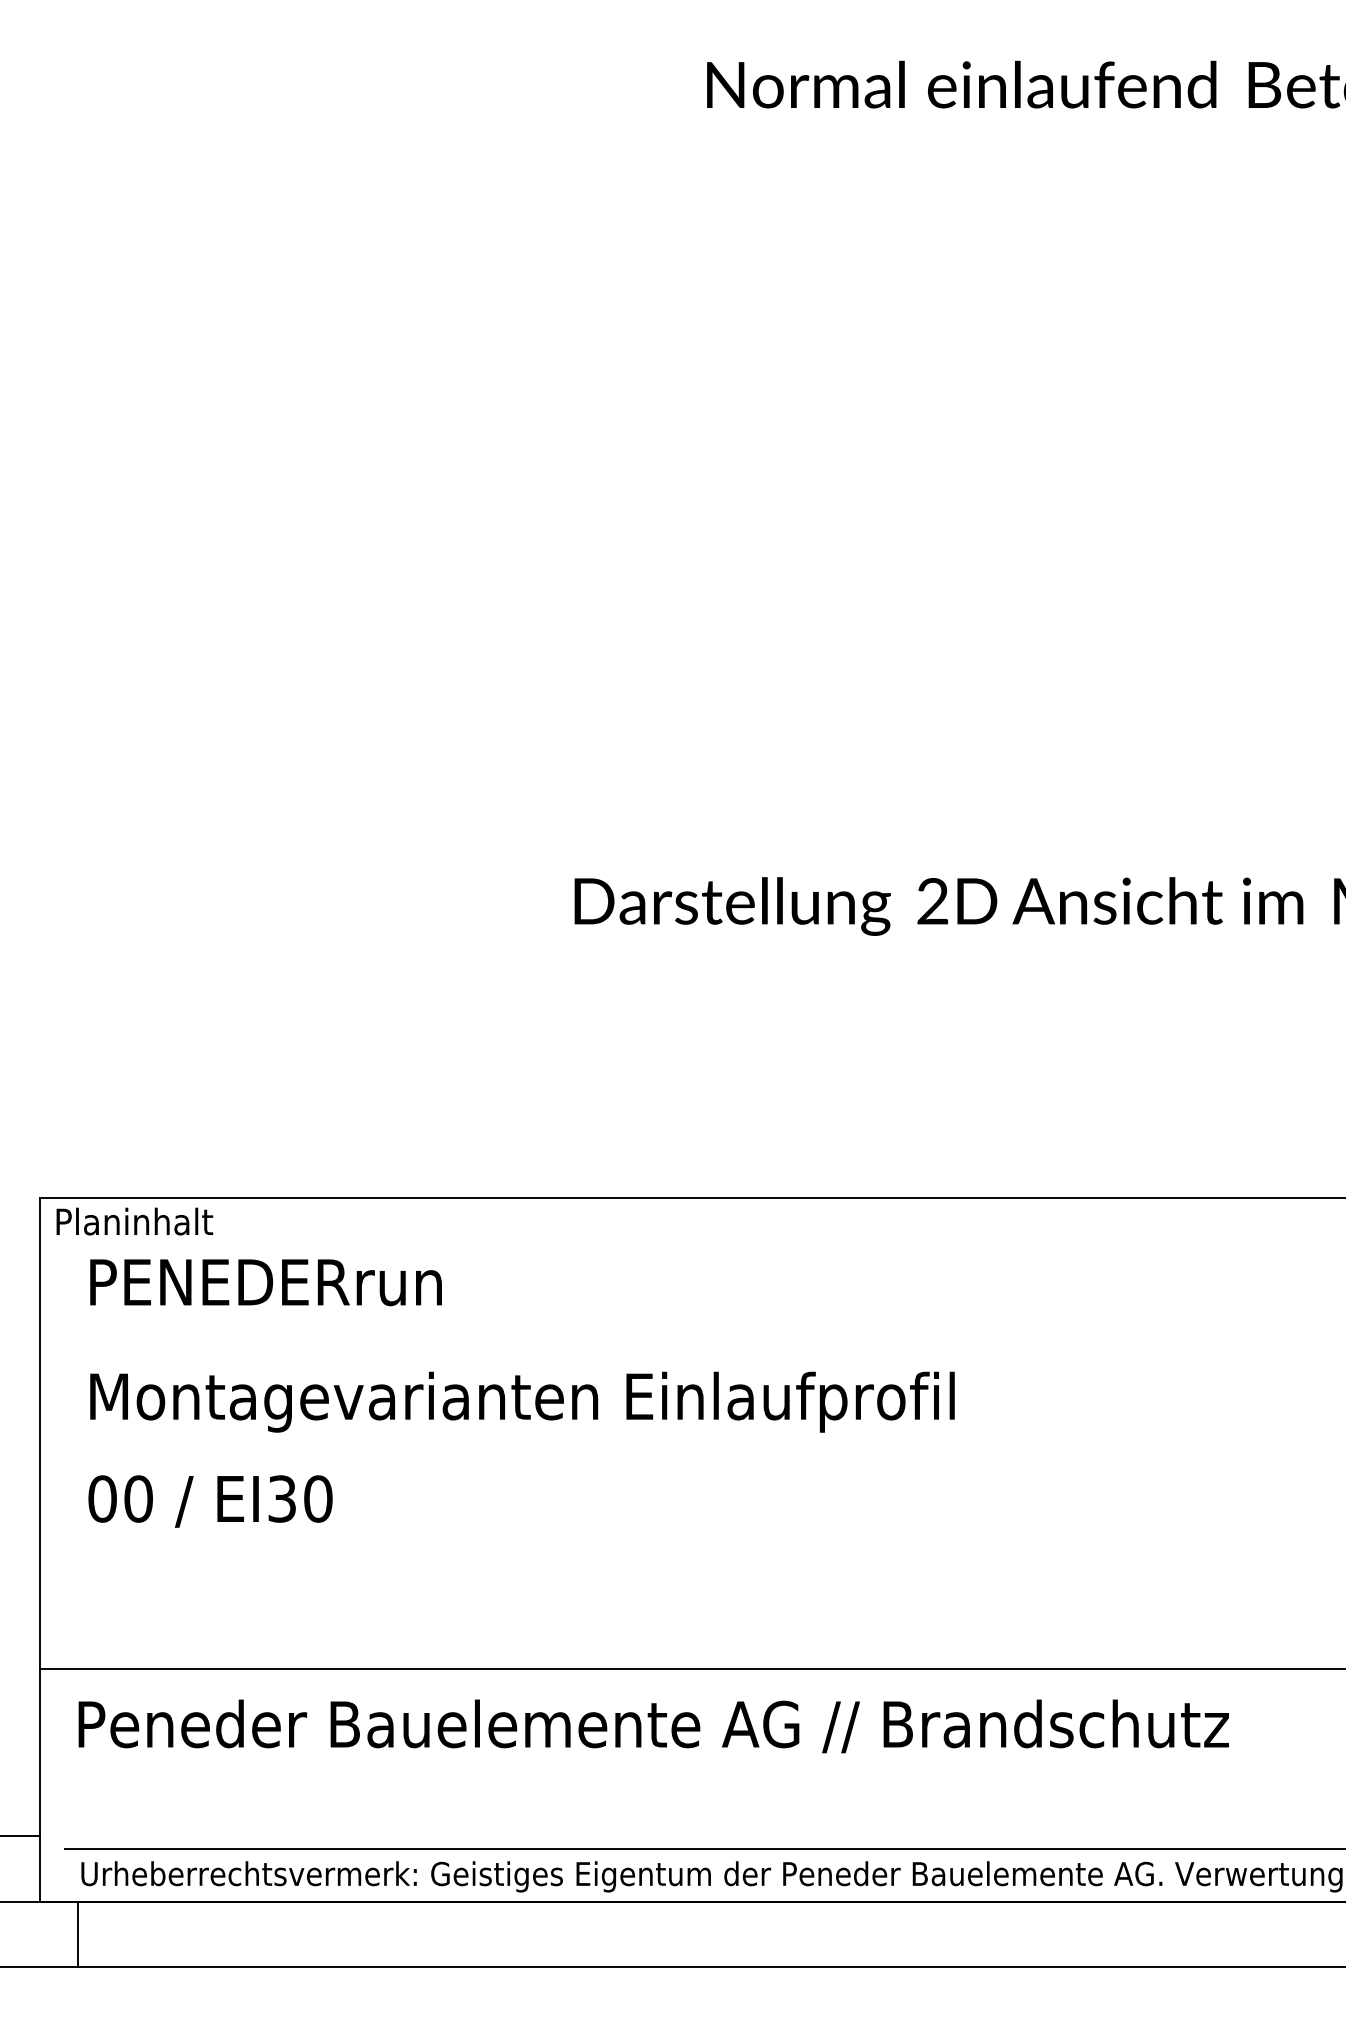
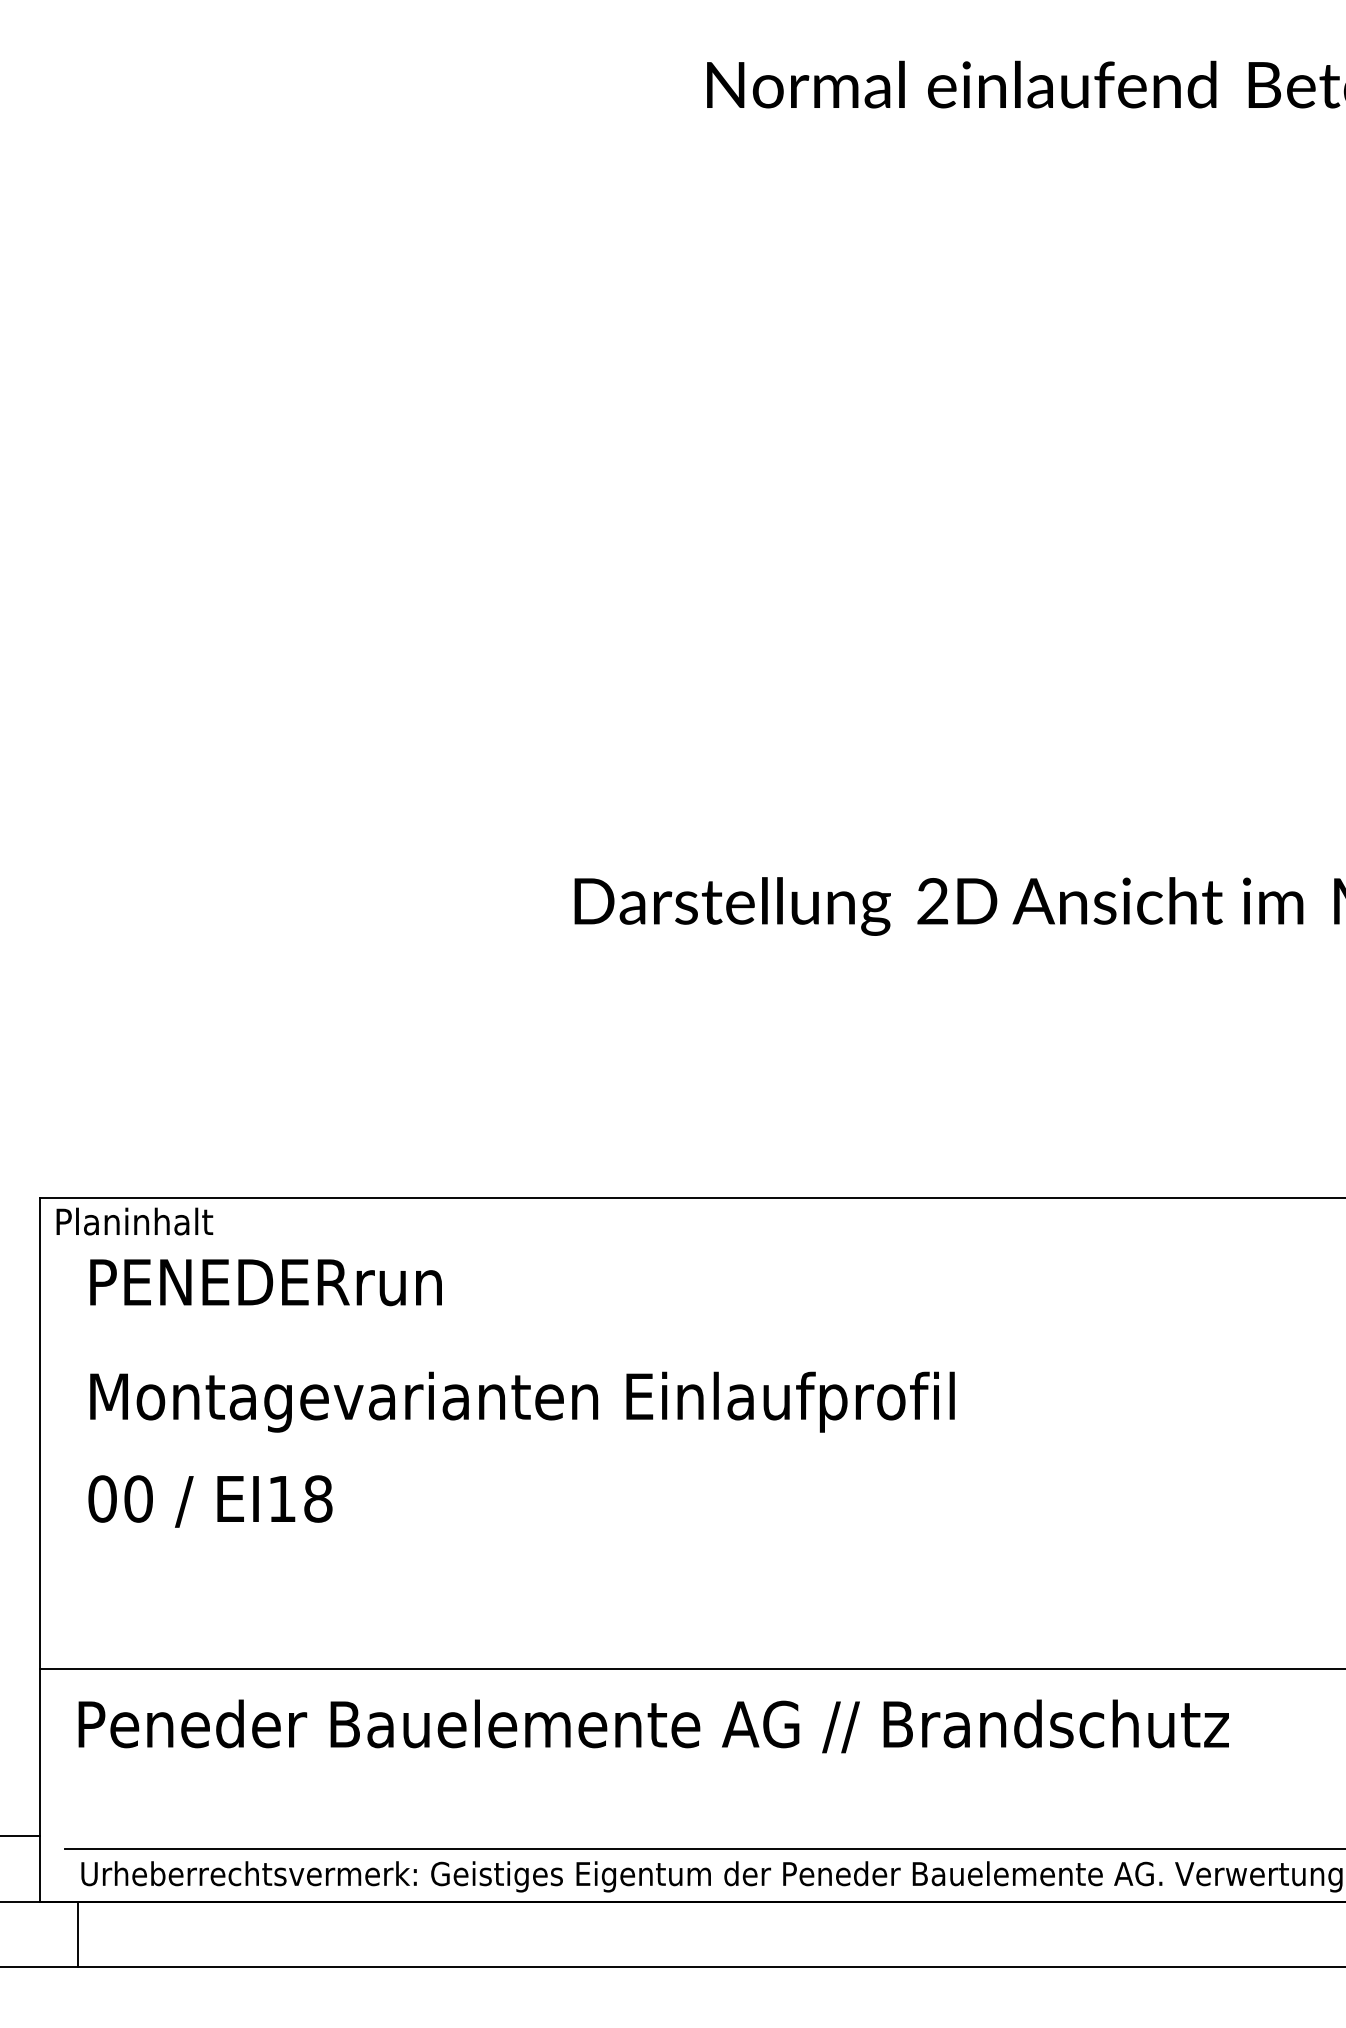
text at (300, 1498): EI30 -> EI18
